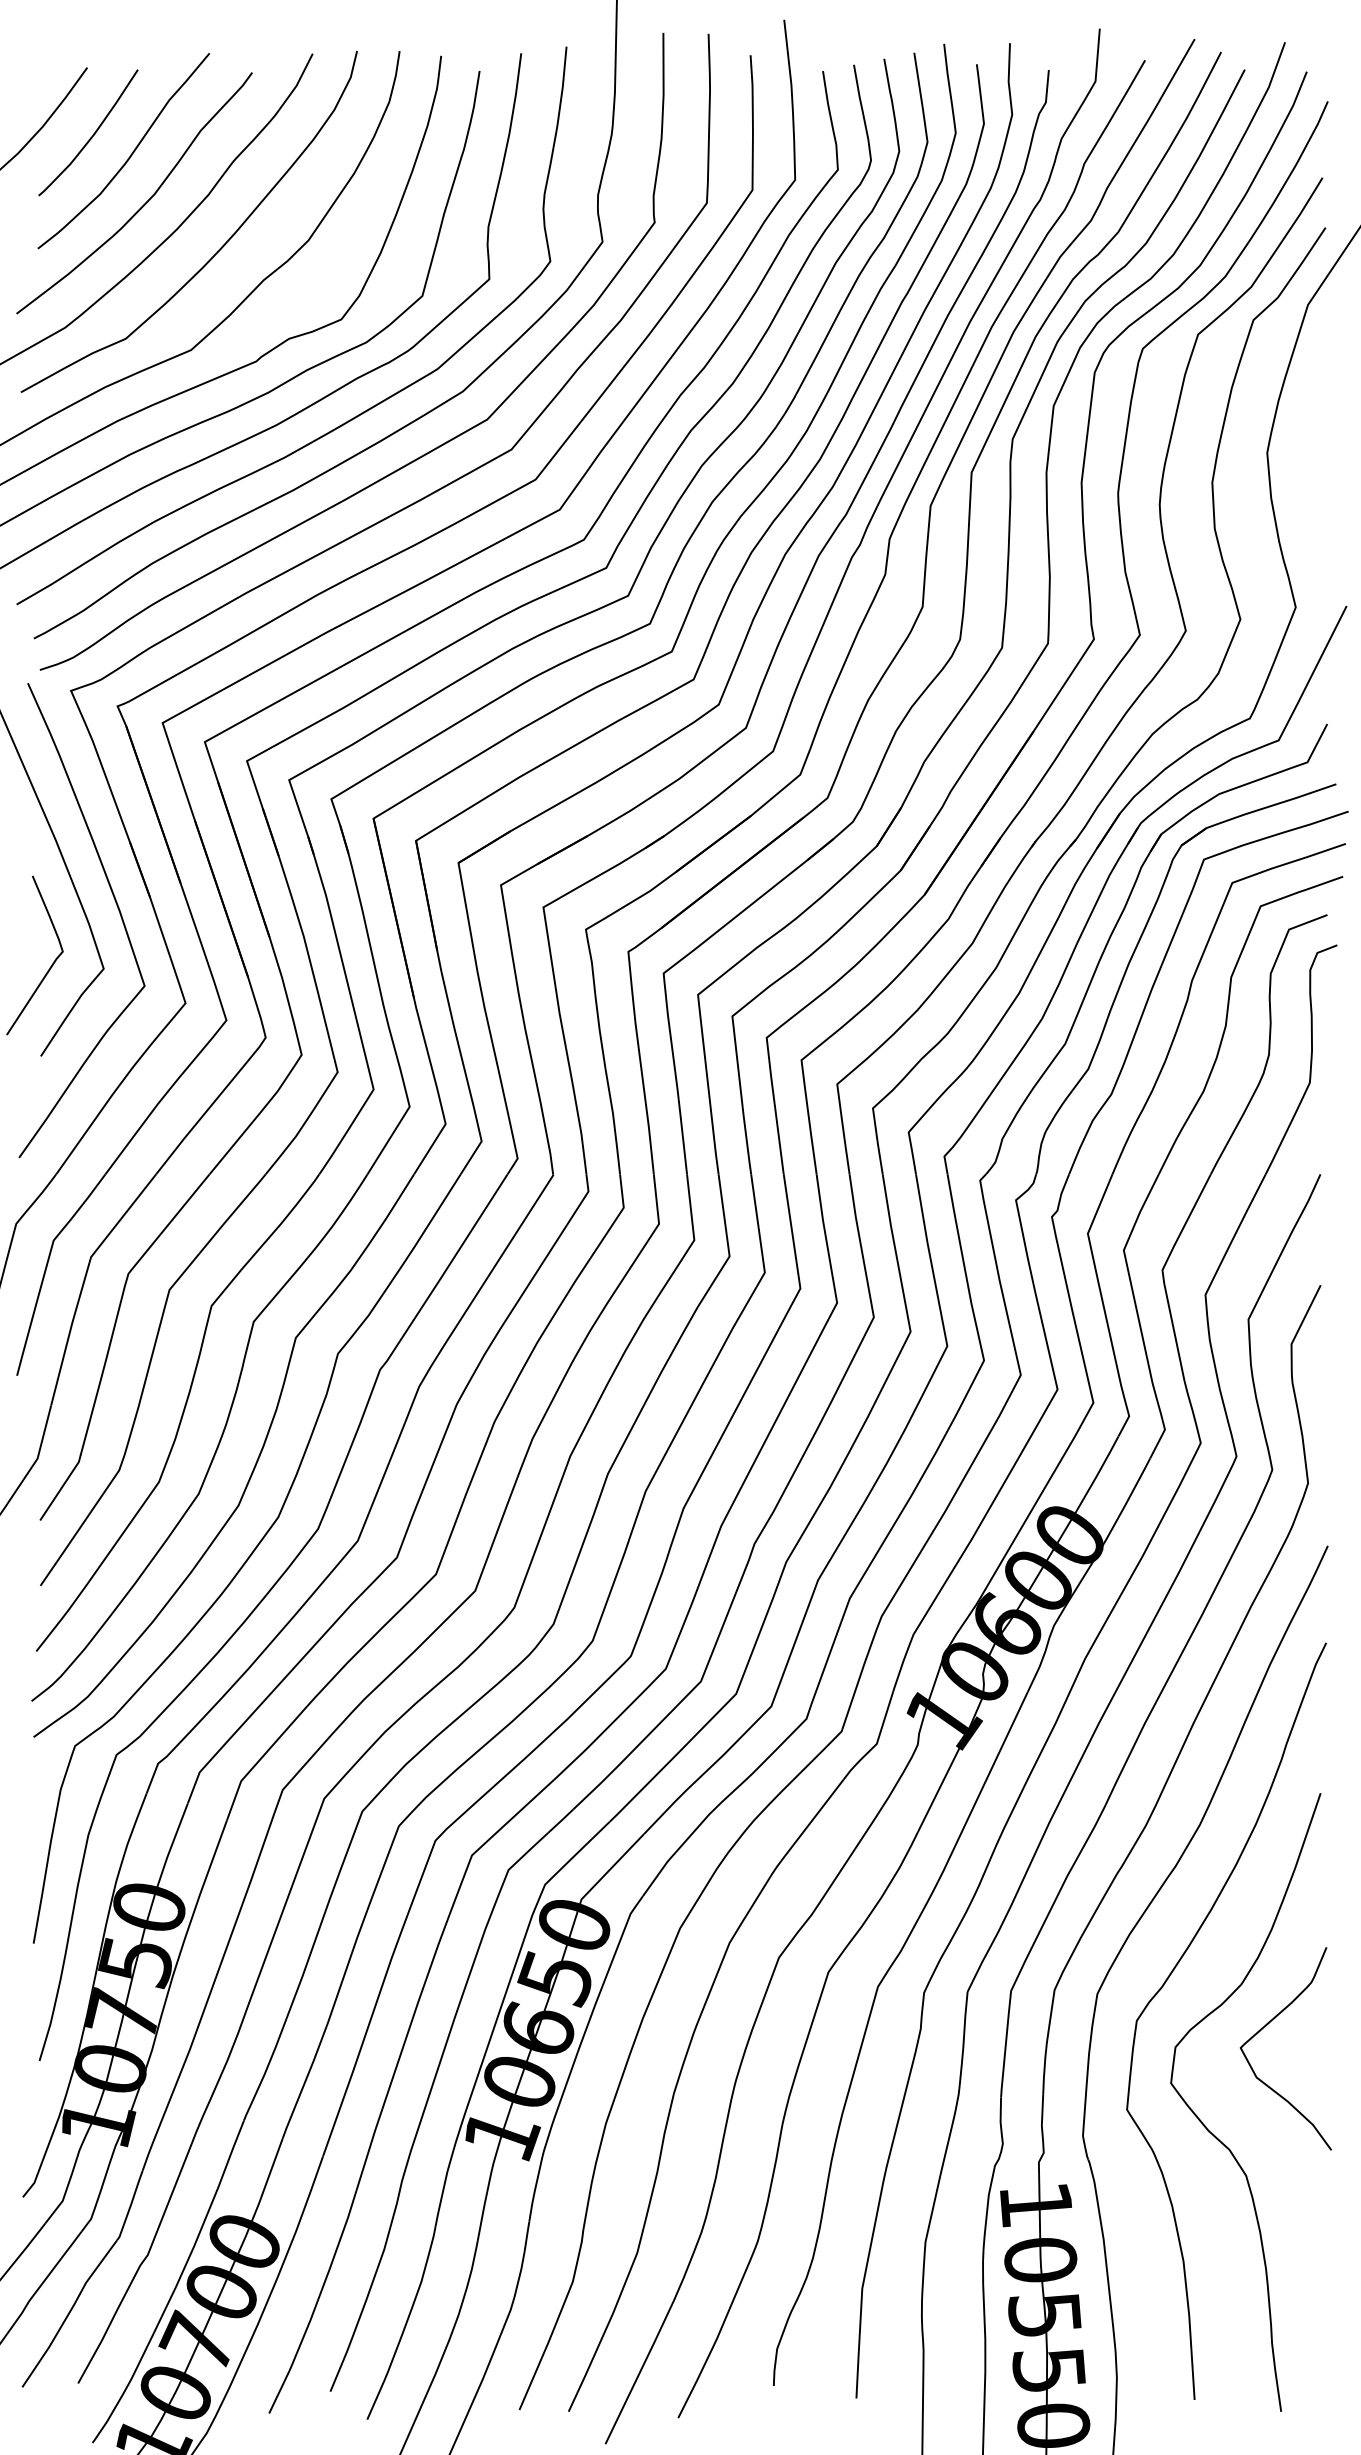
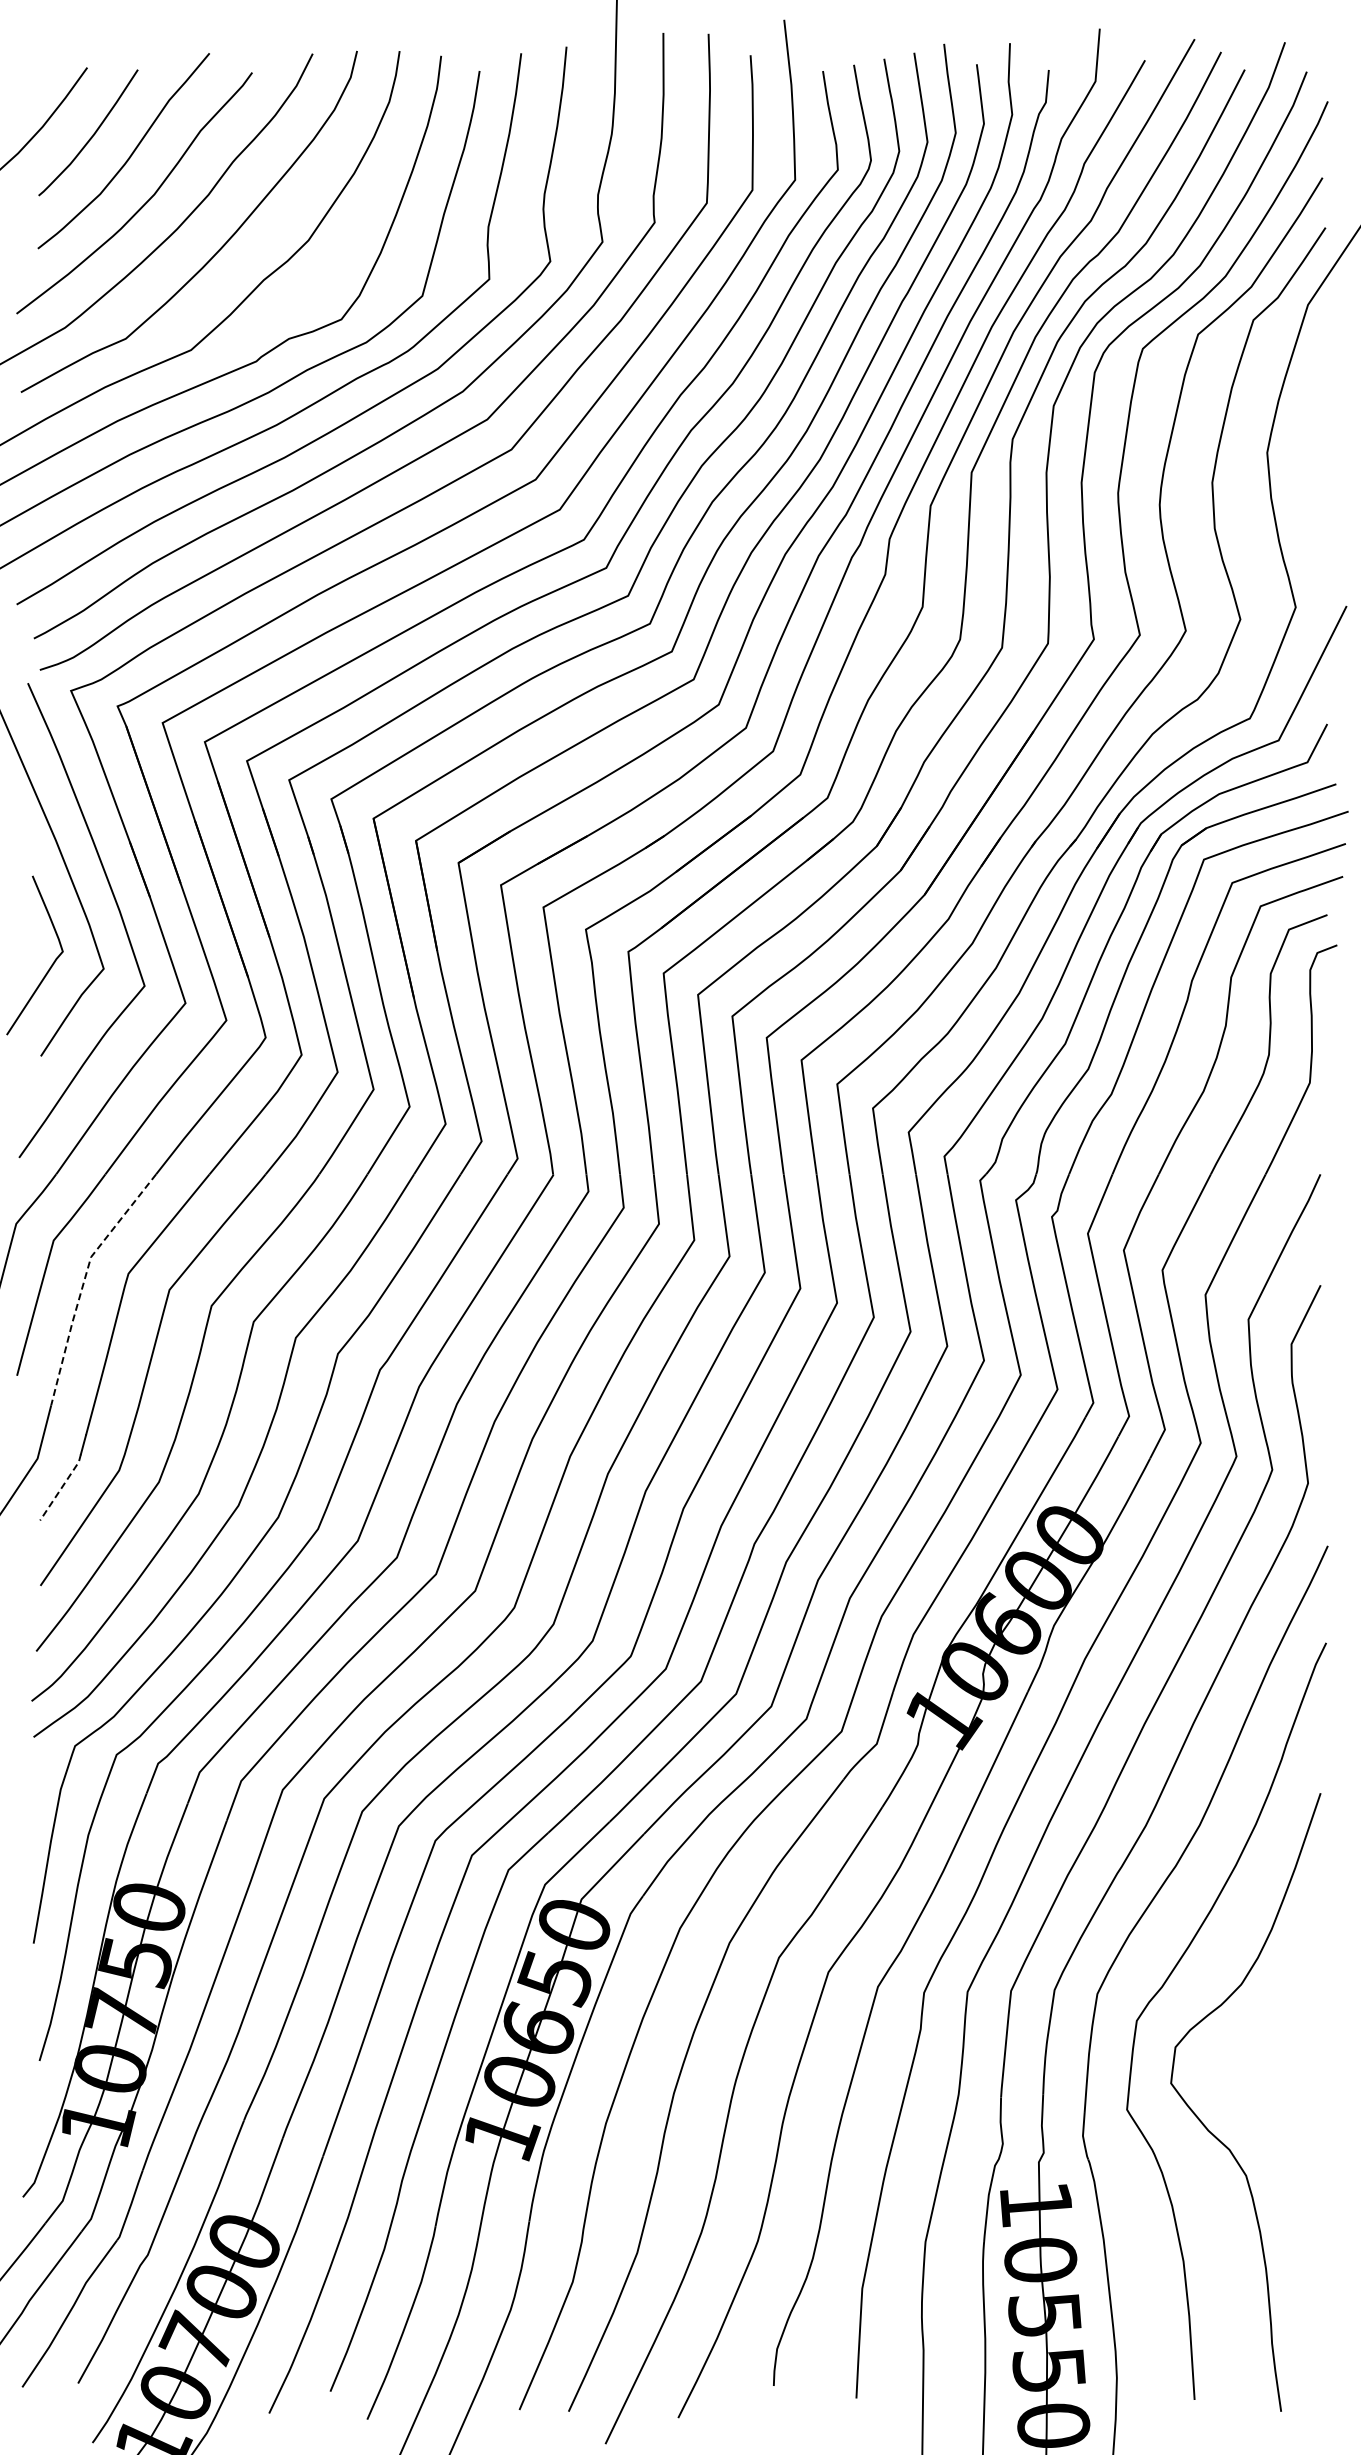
line at (84, 1280): solid -> dashed
line at (61, 1487): solid -> dashed
curve at (1265, 2027): present -> none
